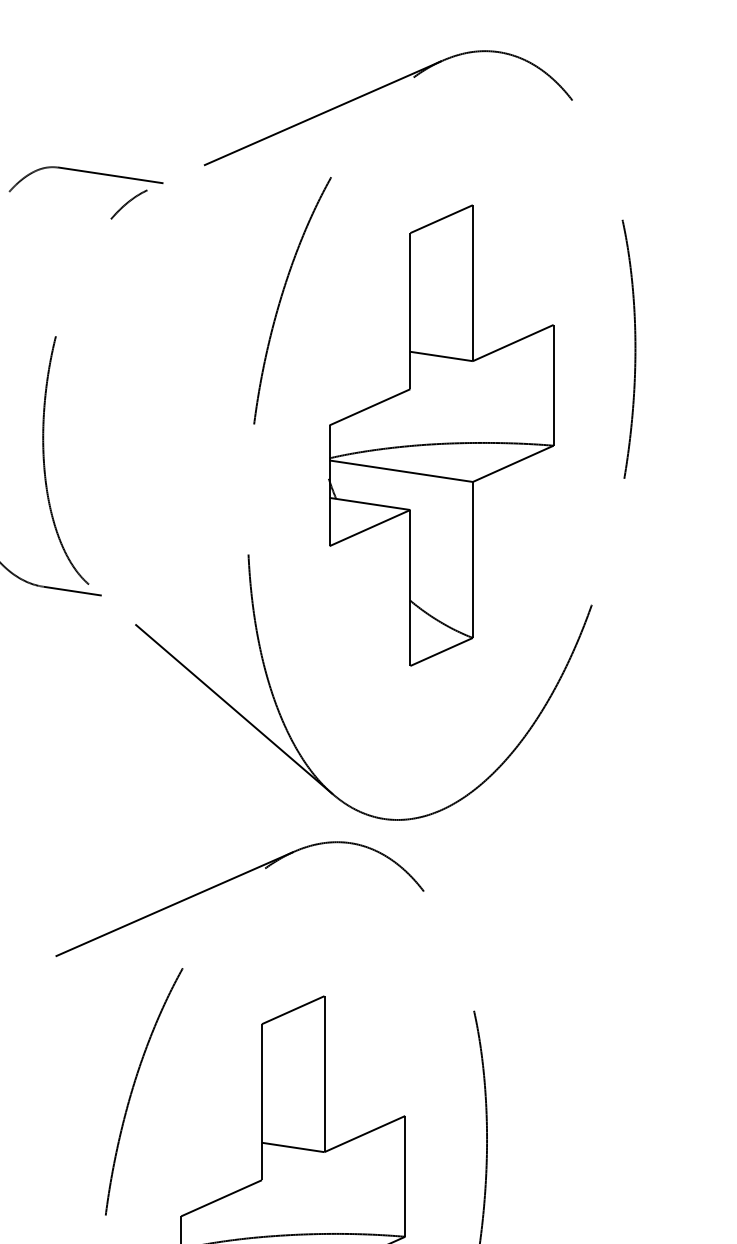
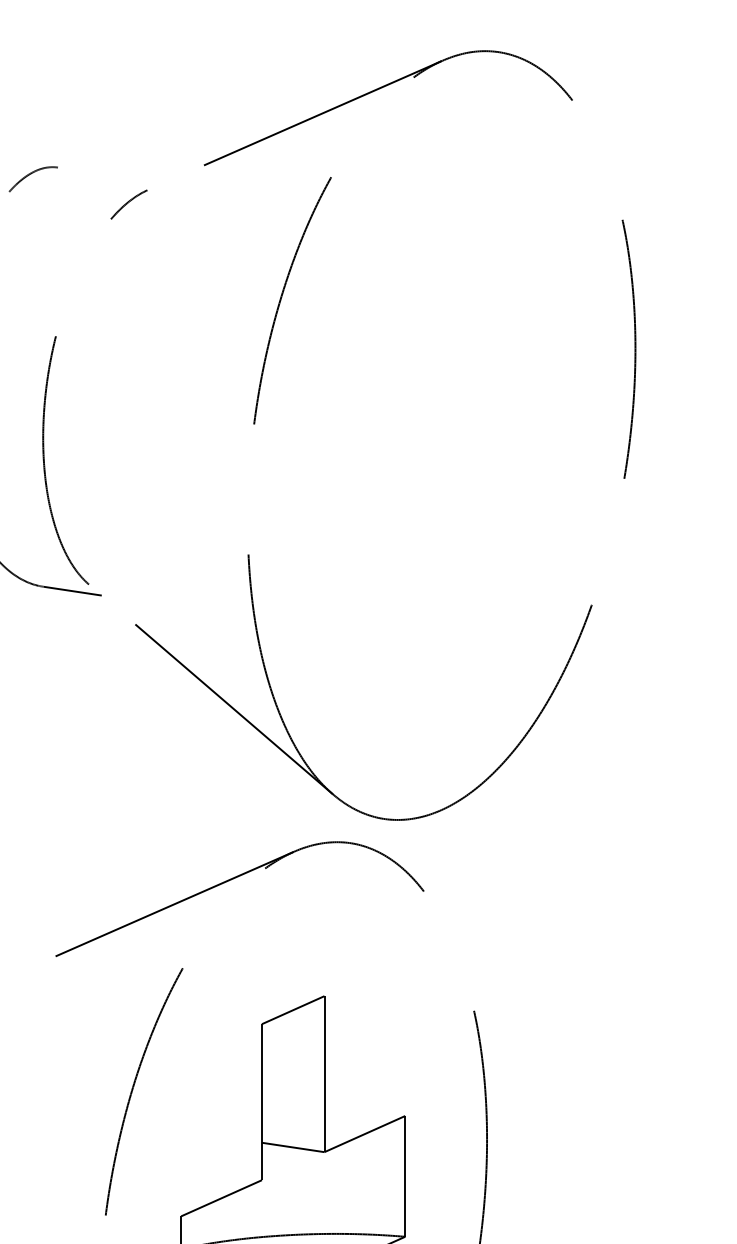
line at (110, 175): present -> none
part at (441, 435): present -> none
